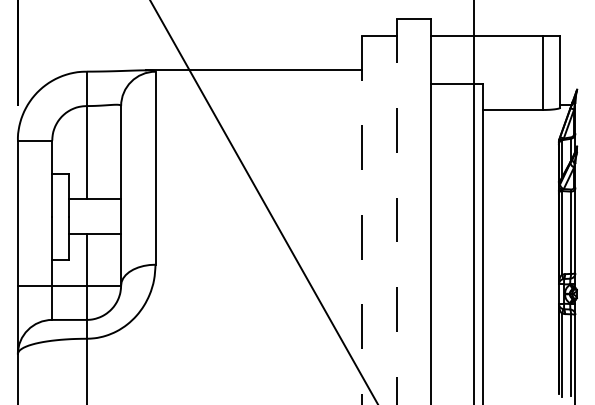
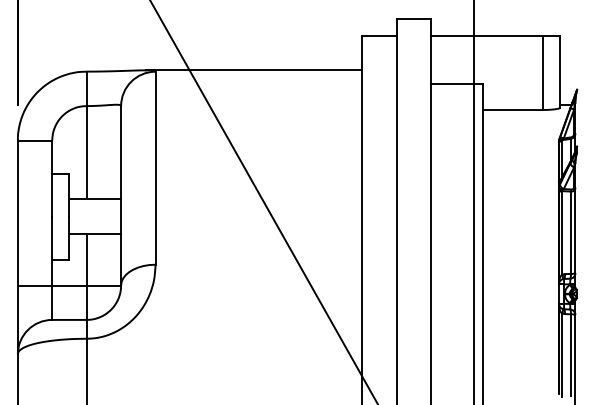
line at (396, 211): dashed -> solid
line at (362, 220): dashed -> solid
